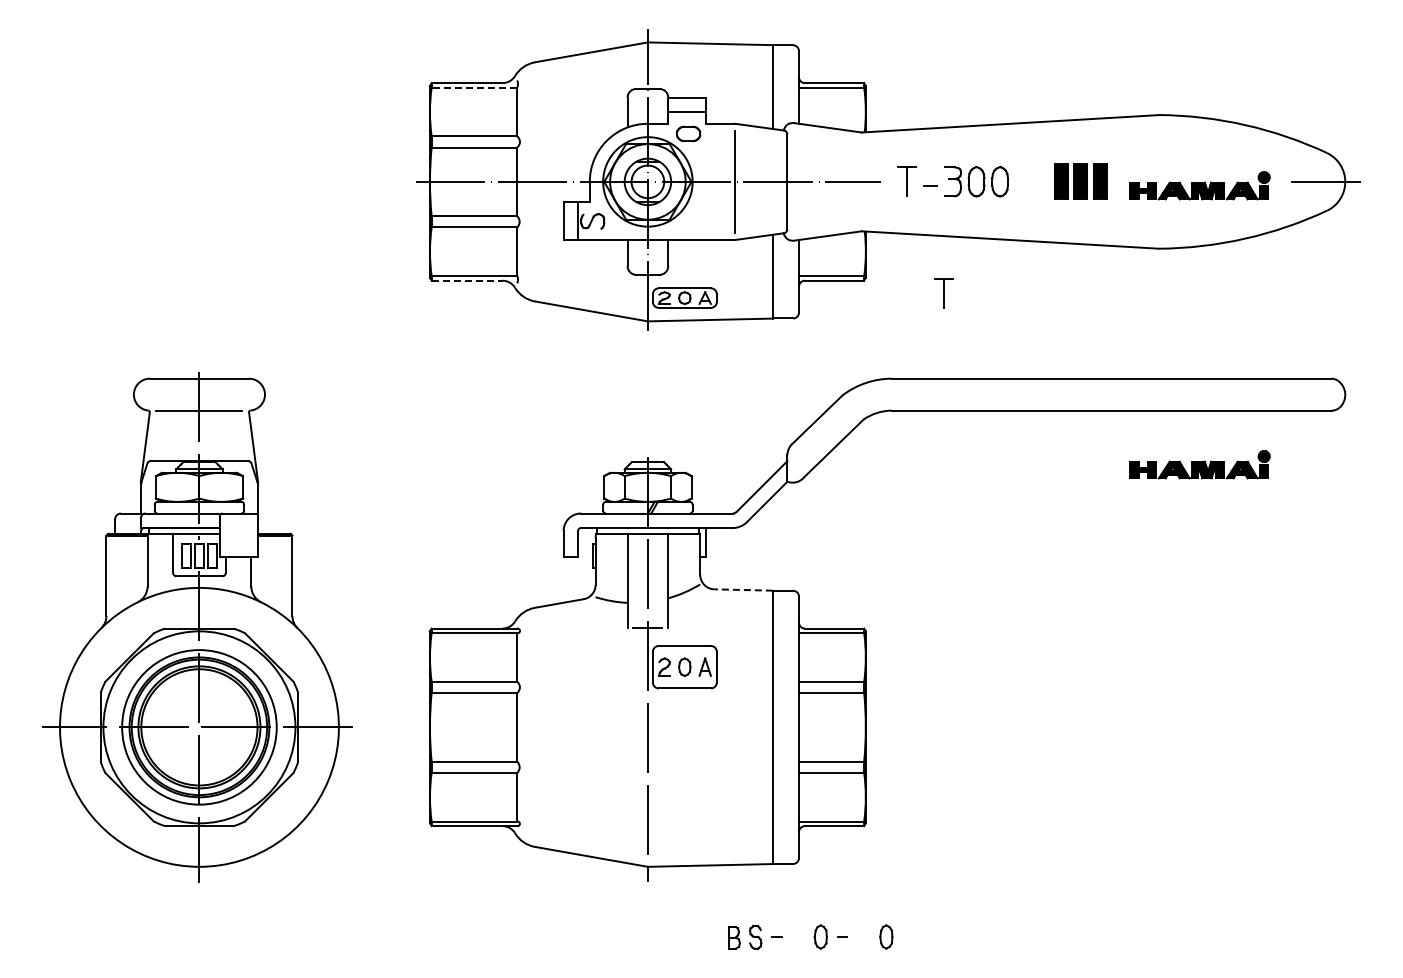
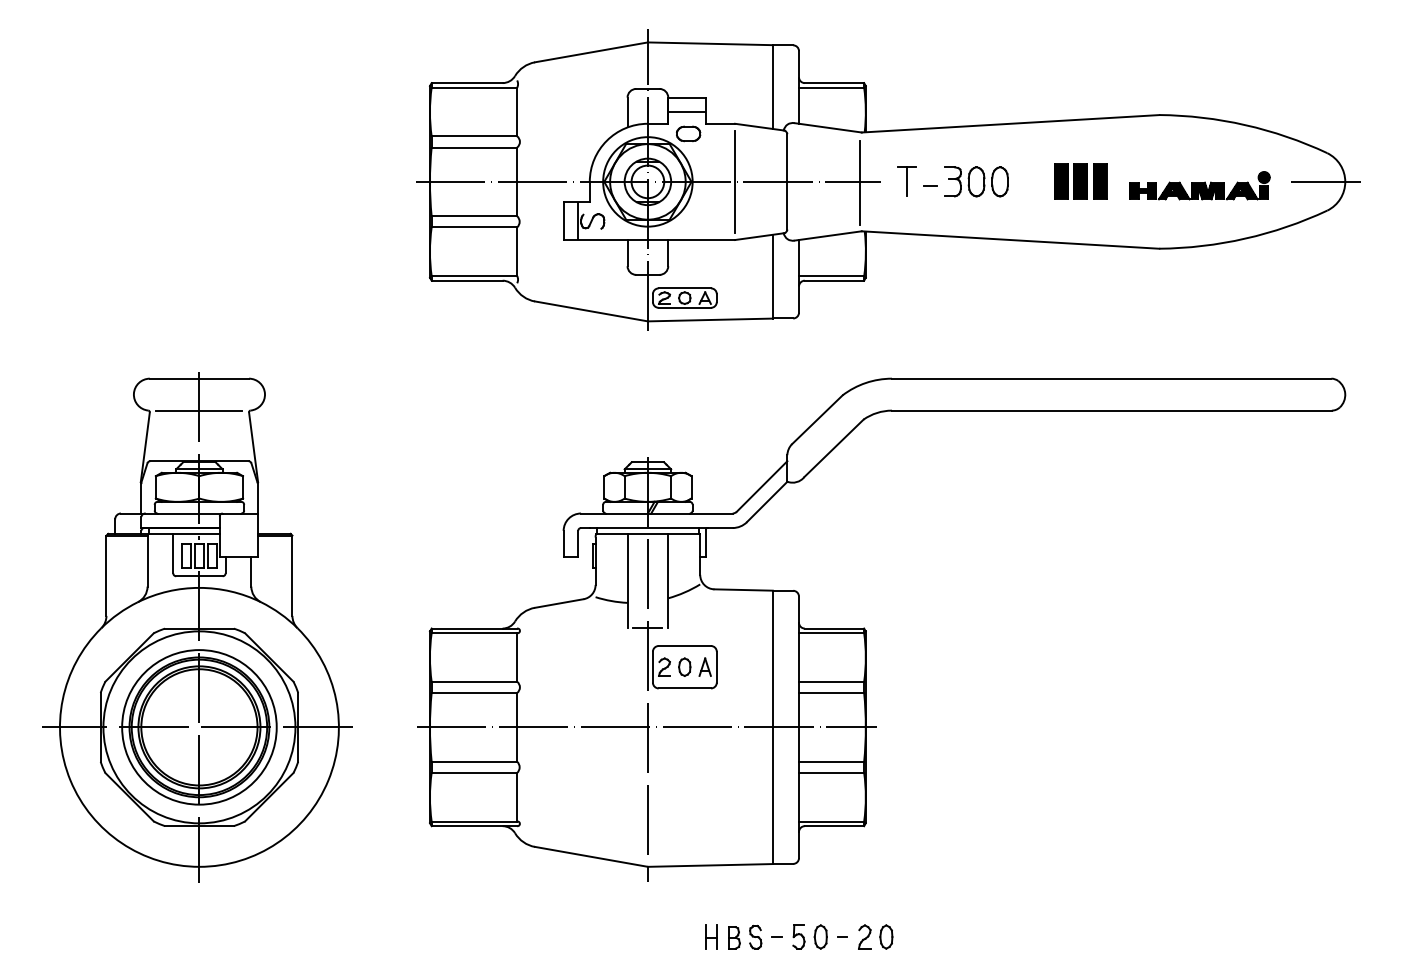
line at (474, 87): dashed -> solid
line at (859, 182): none -> present
line at (467, 280): dashed -> solid
part at (943, 293): present -> none
part at (1199, 464): present -> none
line at (743, 590): dashed -> solid
line at (646, 727): none -> present
part at (711, 936): none -> present
part at (798, 936): none -> present
part at (864, 936): none -> present
